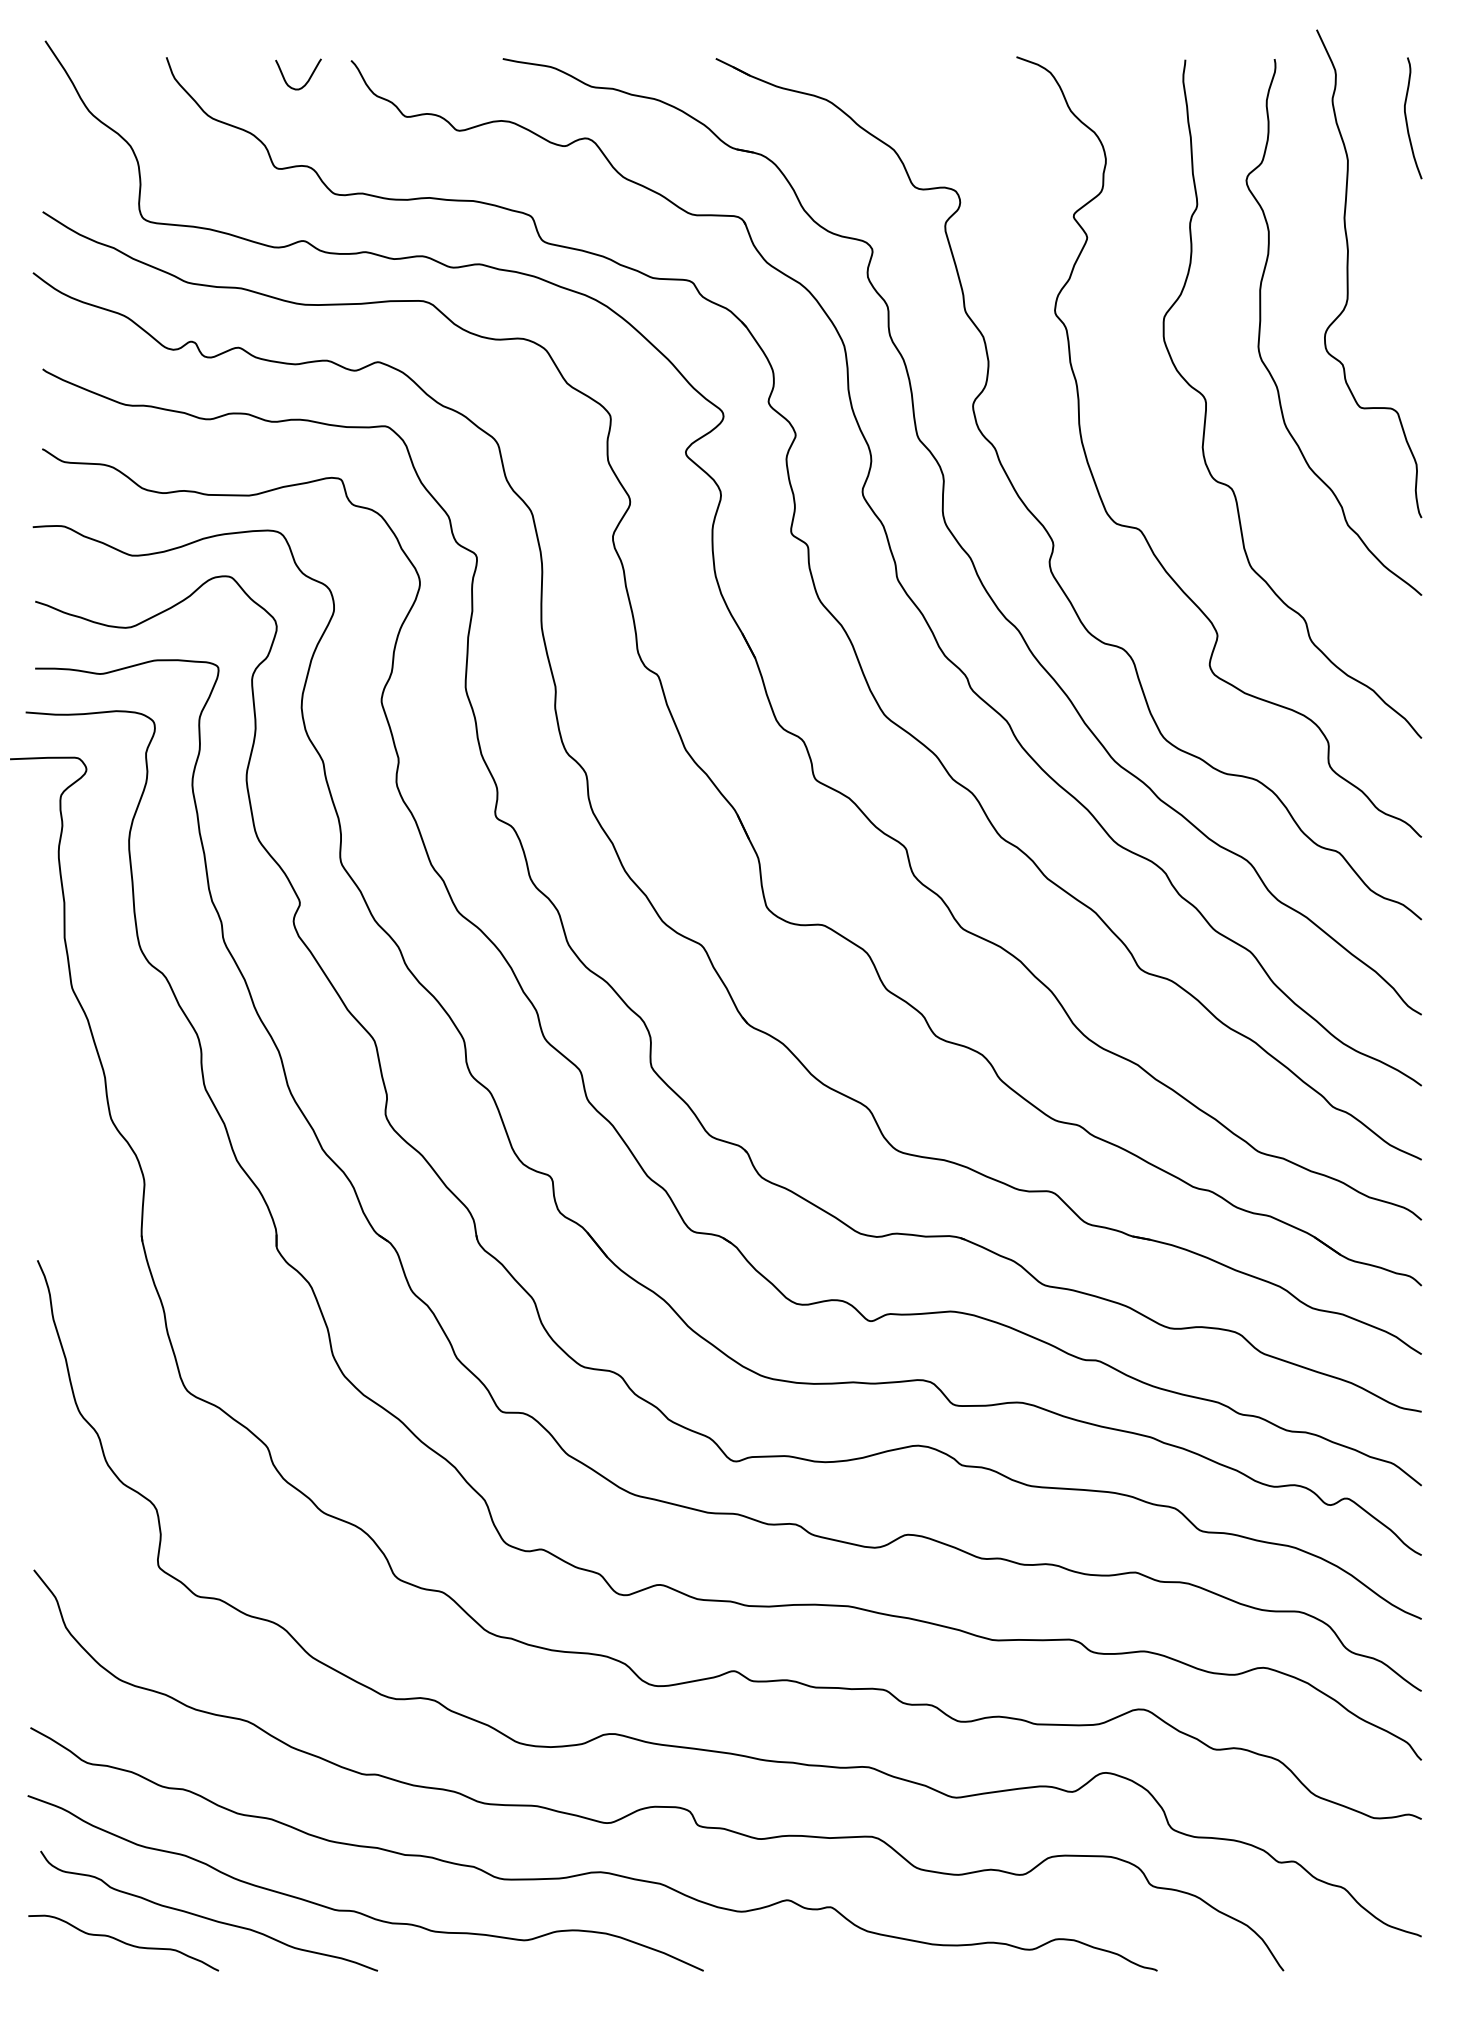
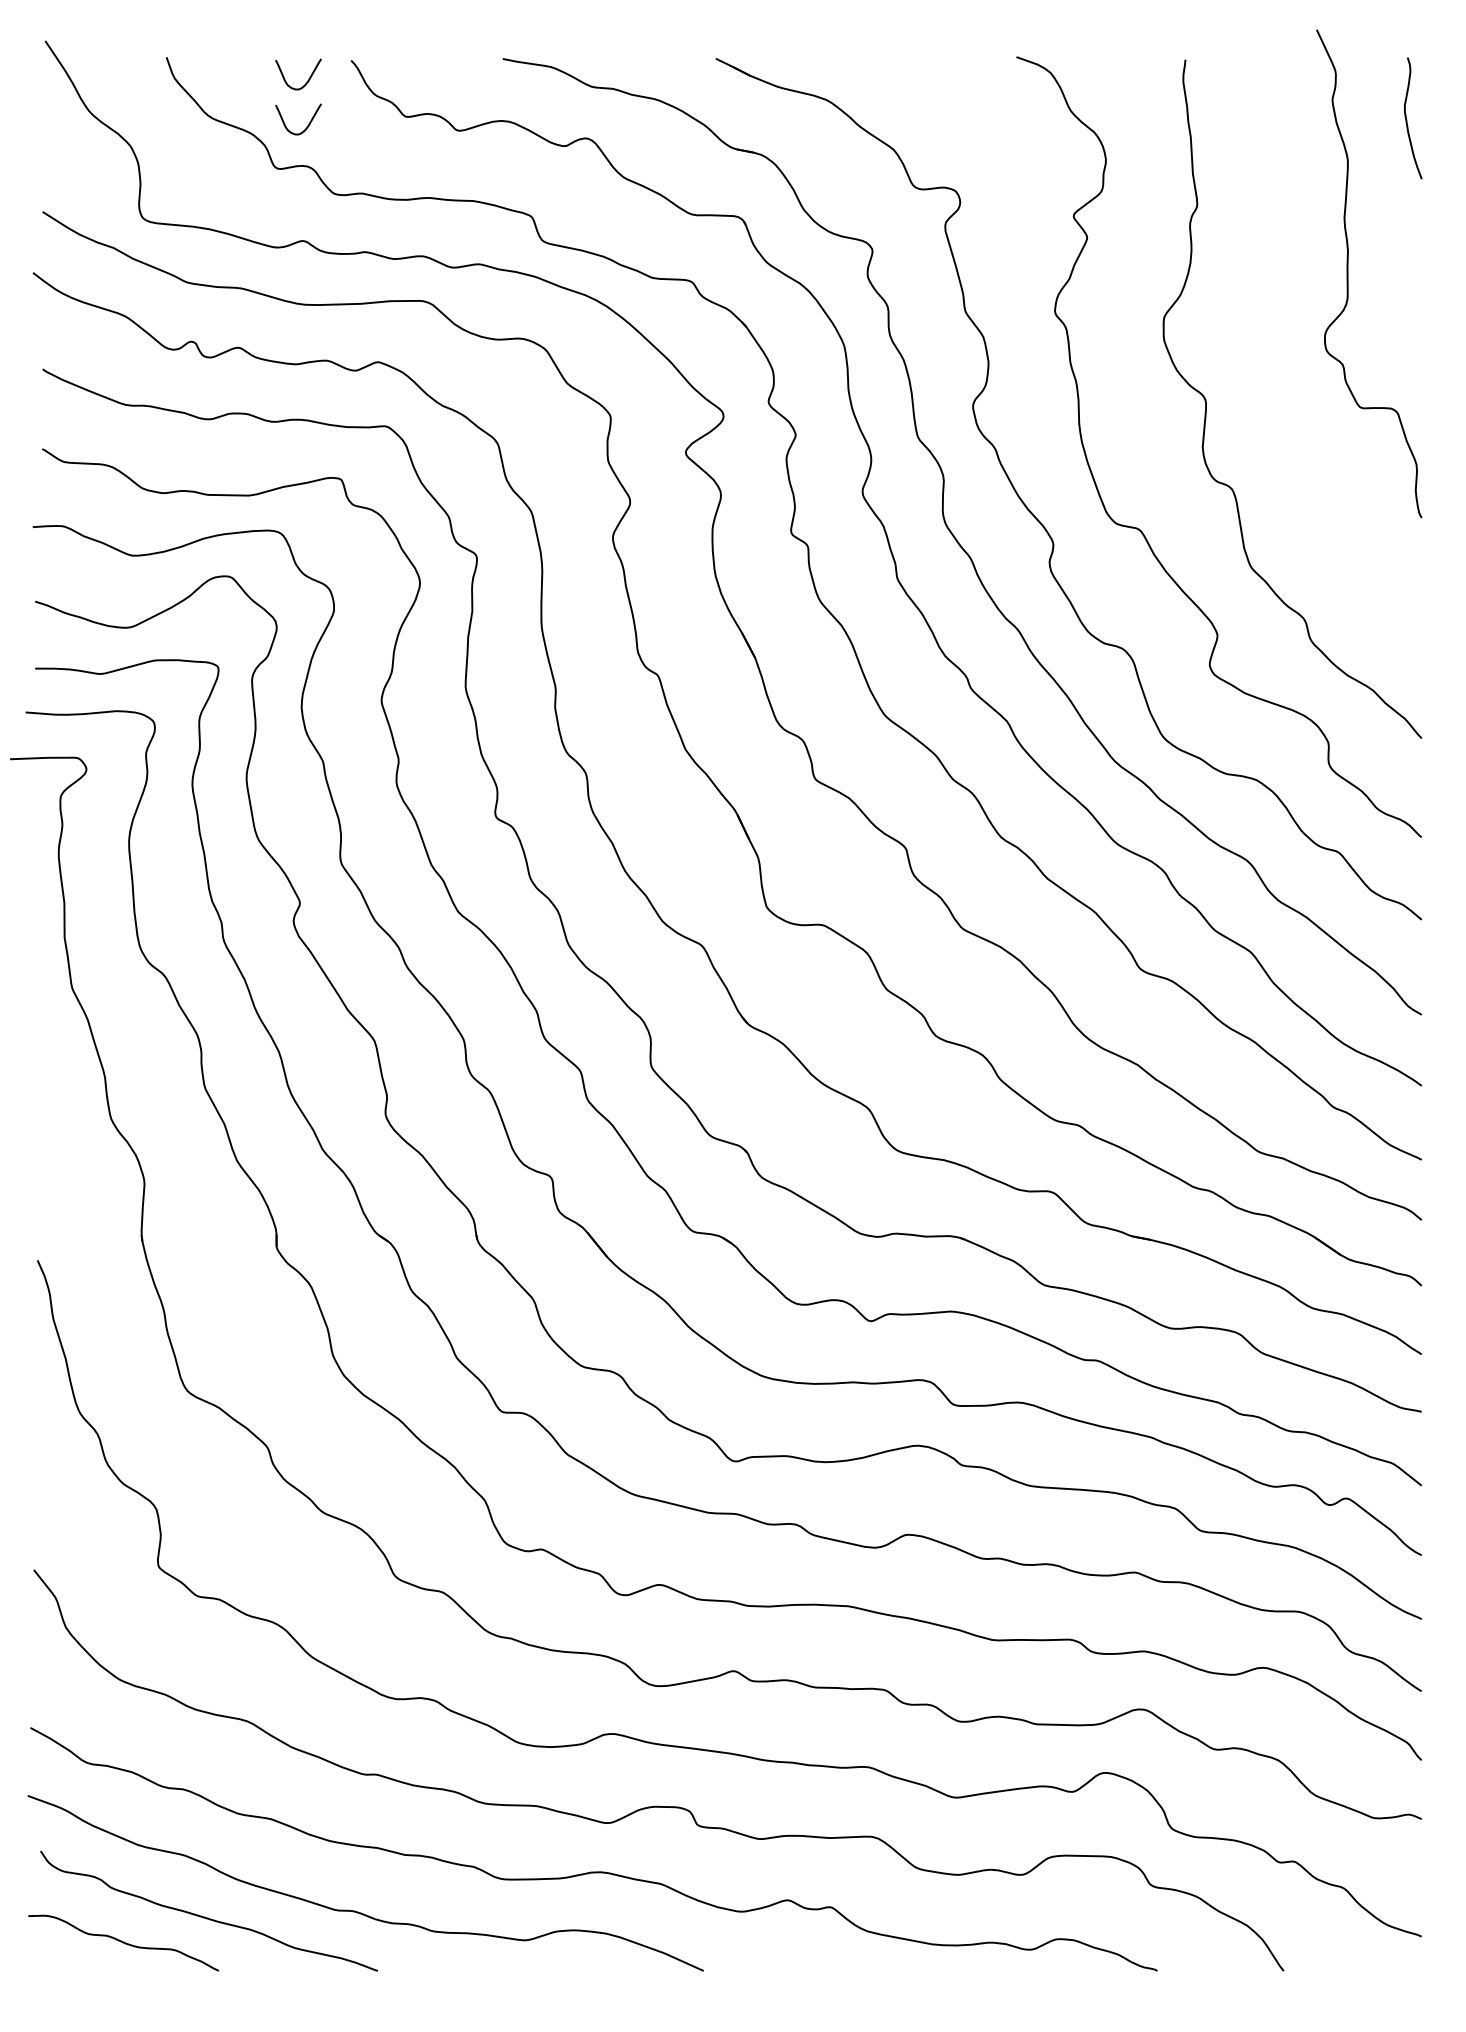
curve at (306, 126): none -> present
curve at (1261, 321): present -> none
